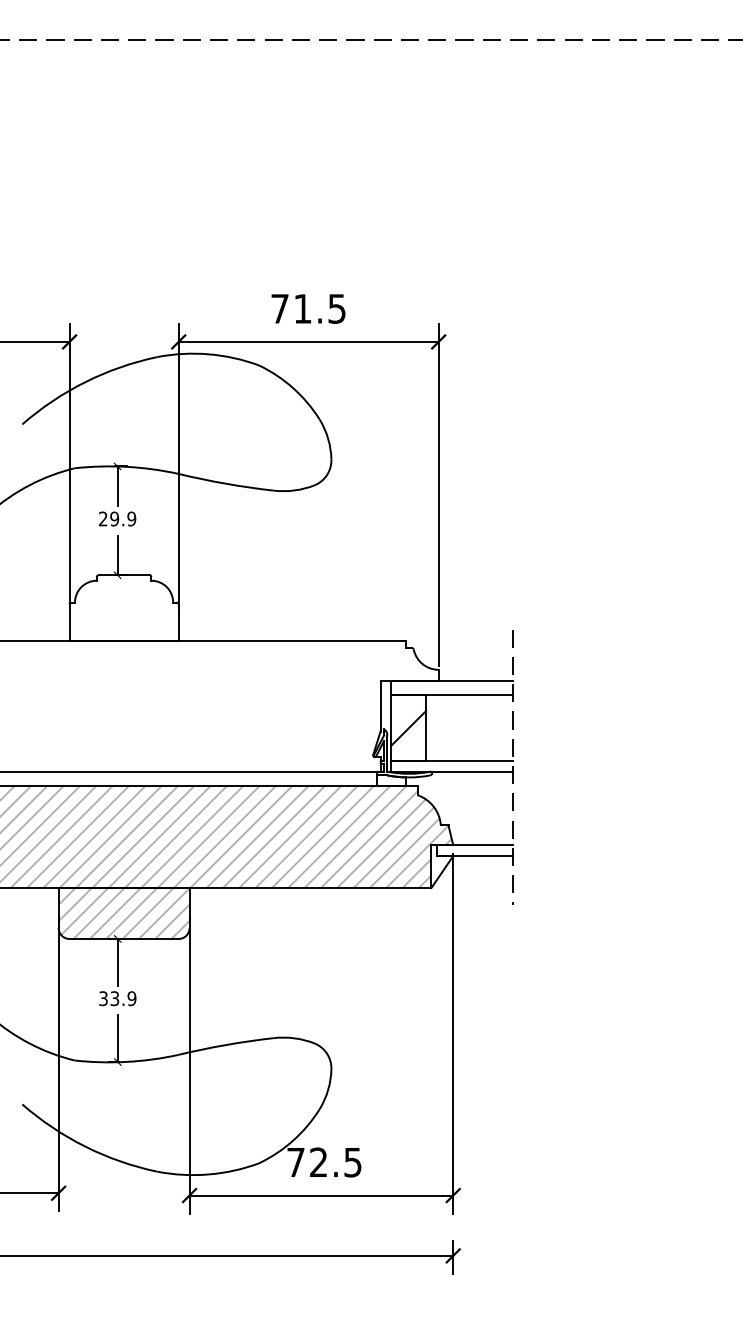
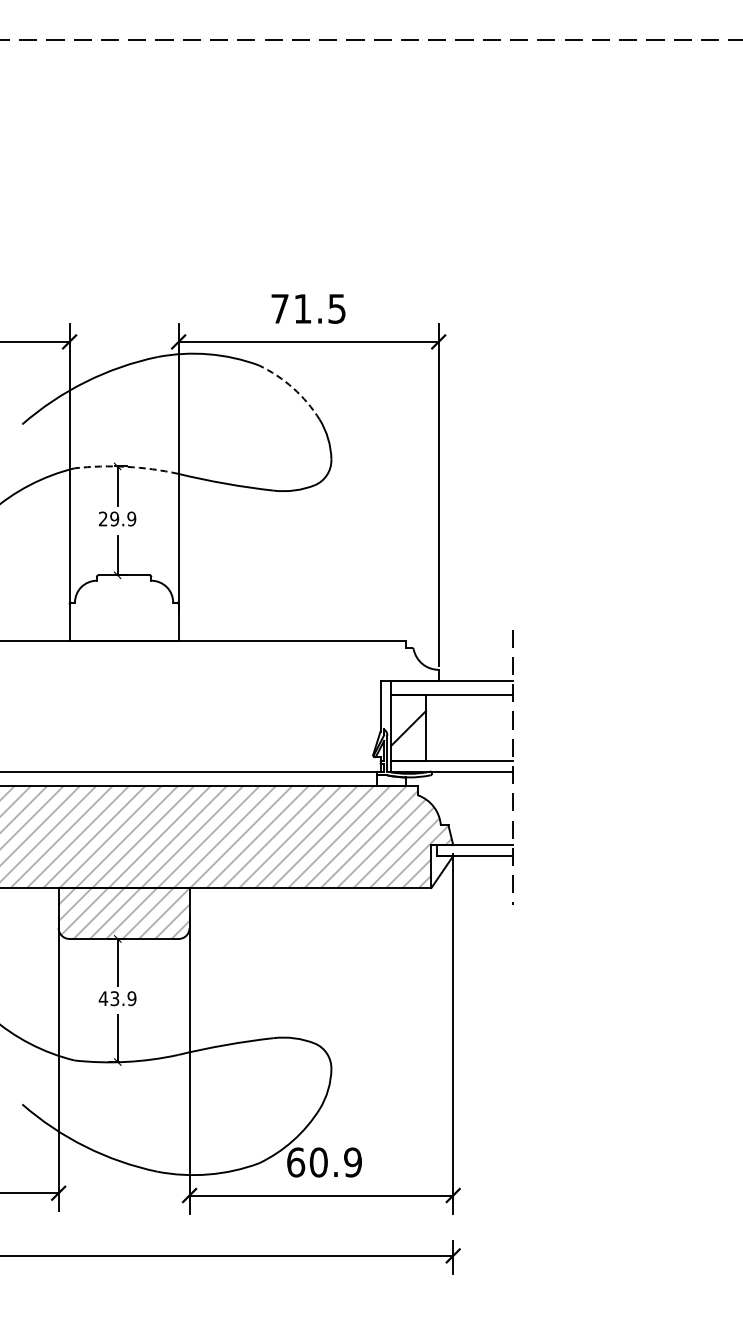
arc at (293, 388): solid -> dashed
arc at (126, 466): solid -> dashed
text at (103, 998): 33.9 -> 43.9
text at (324, 1162): 72.5 -> 60.9
